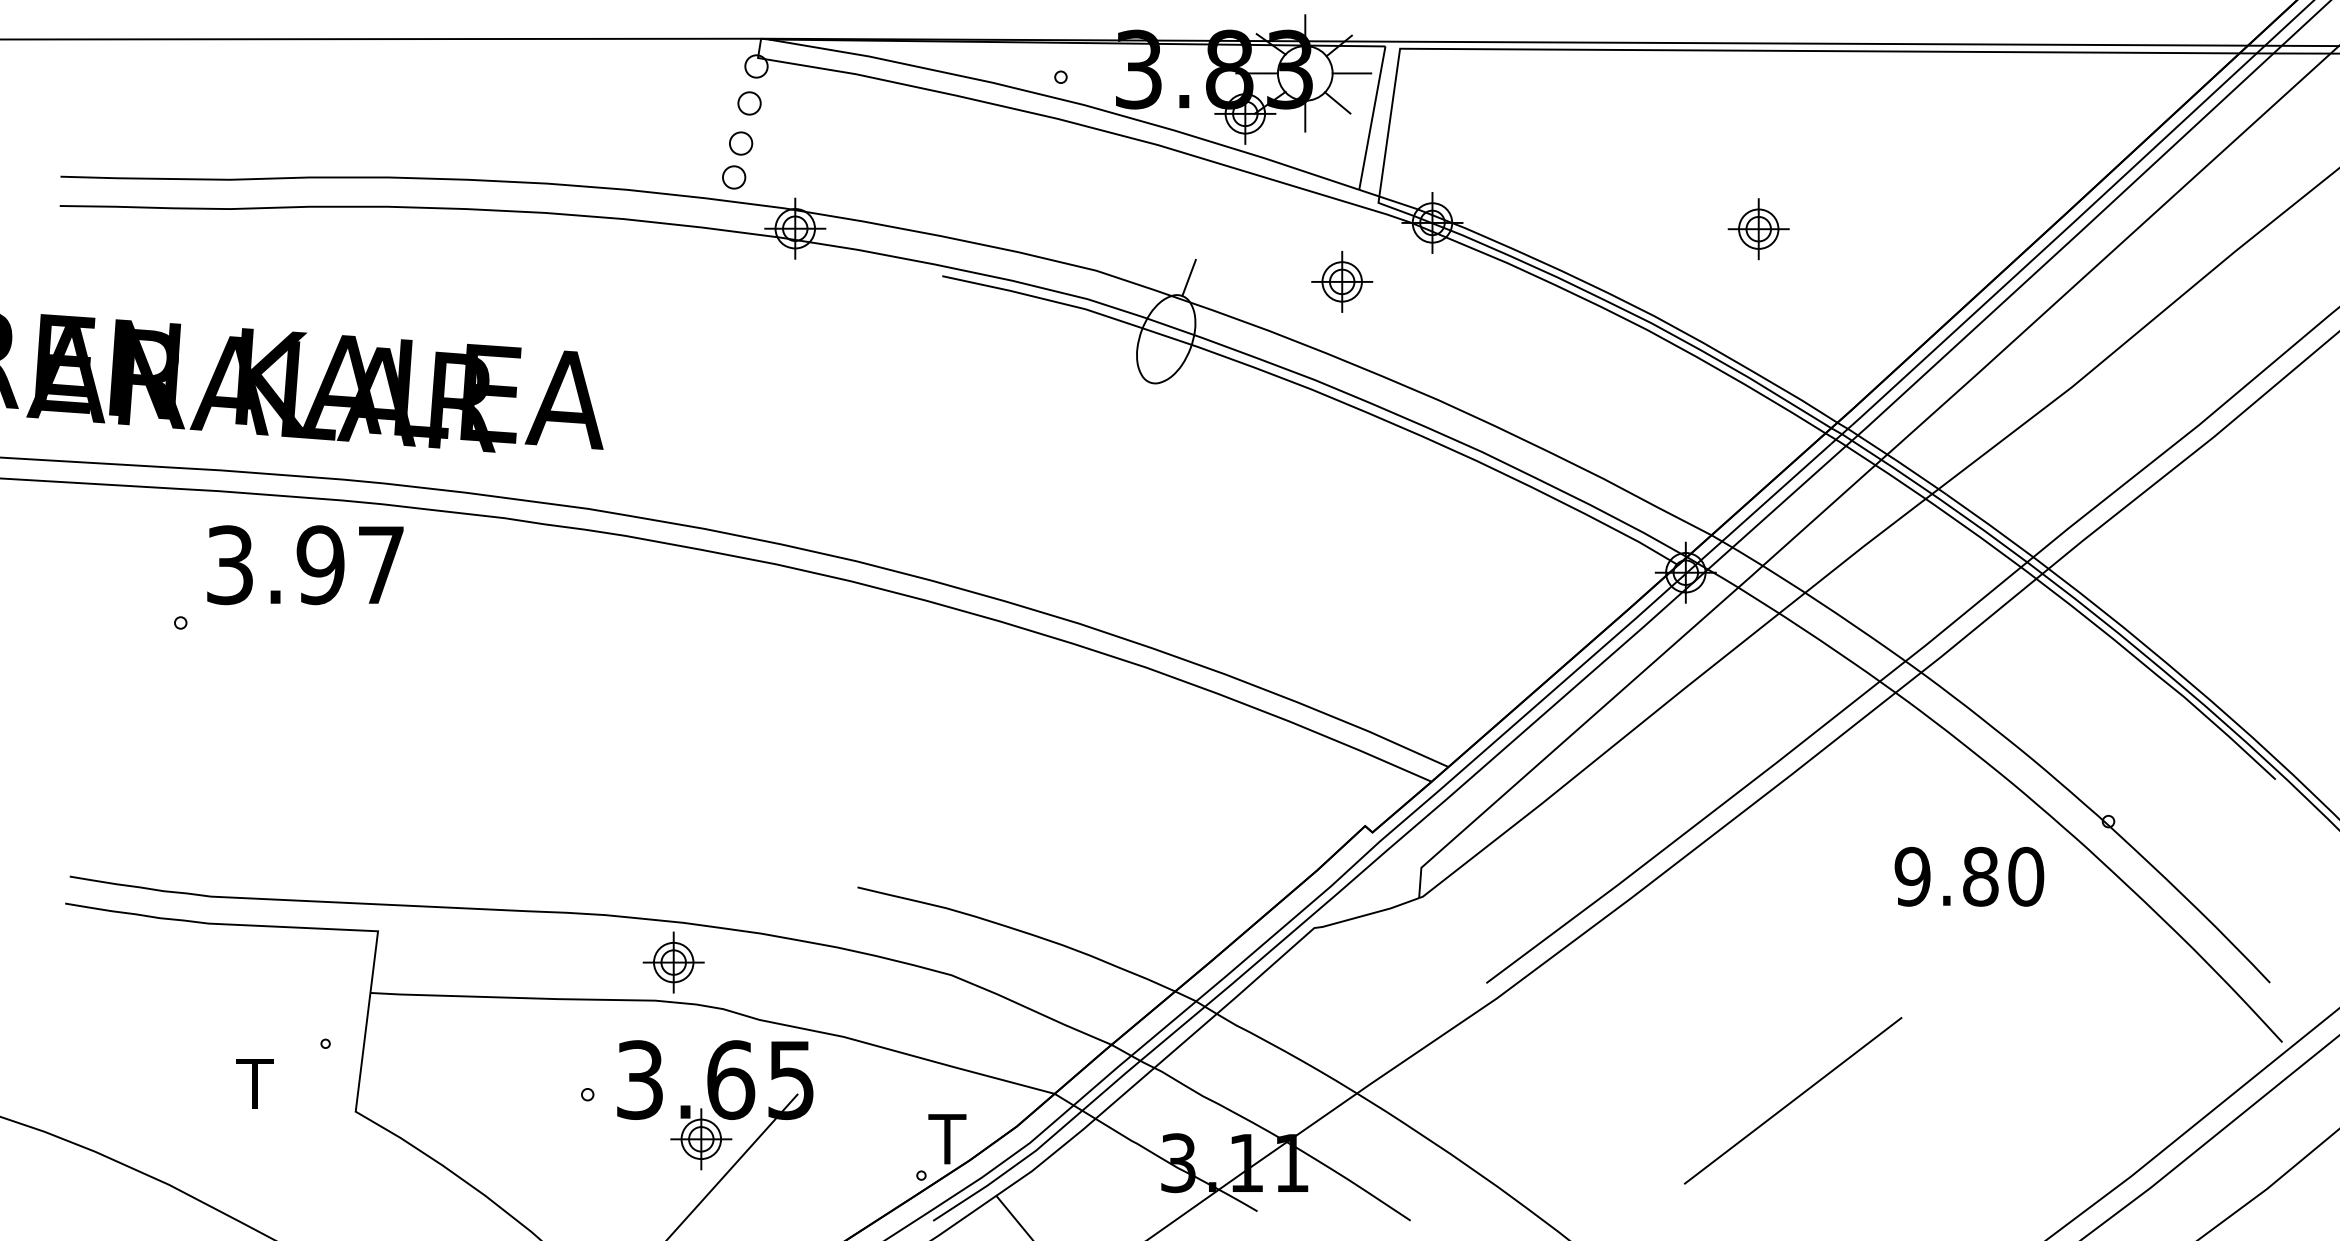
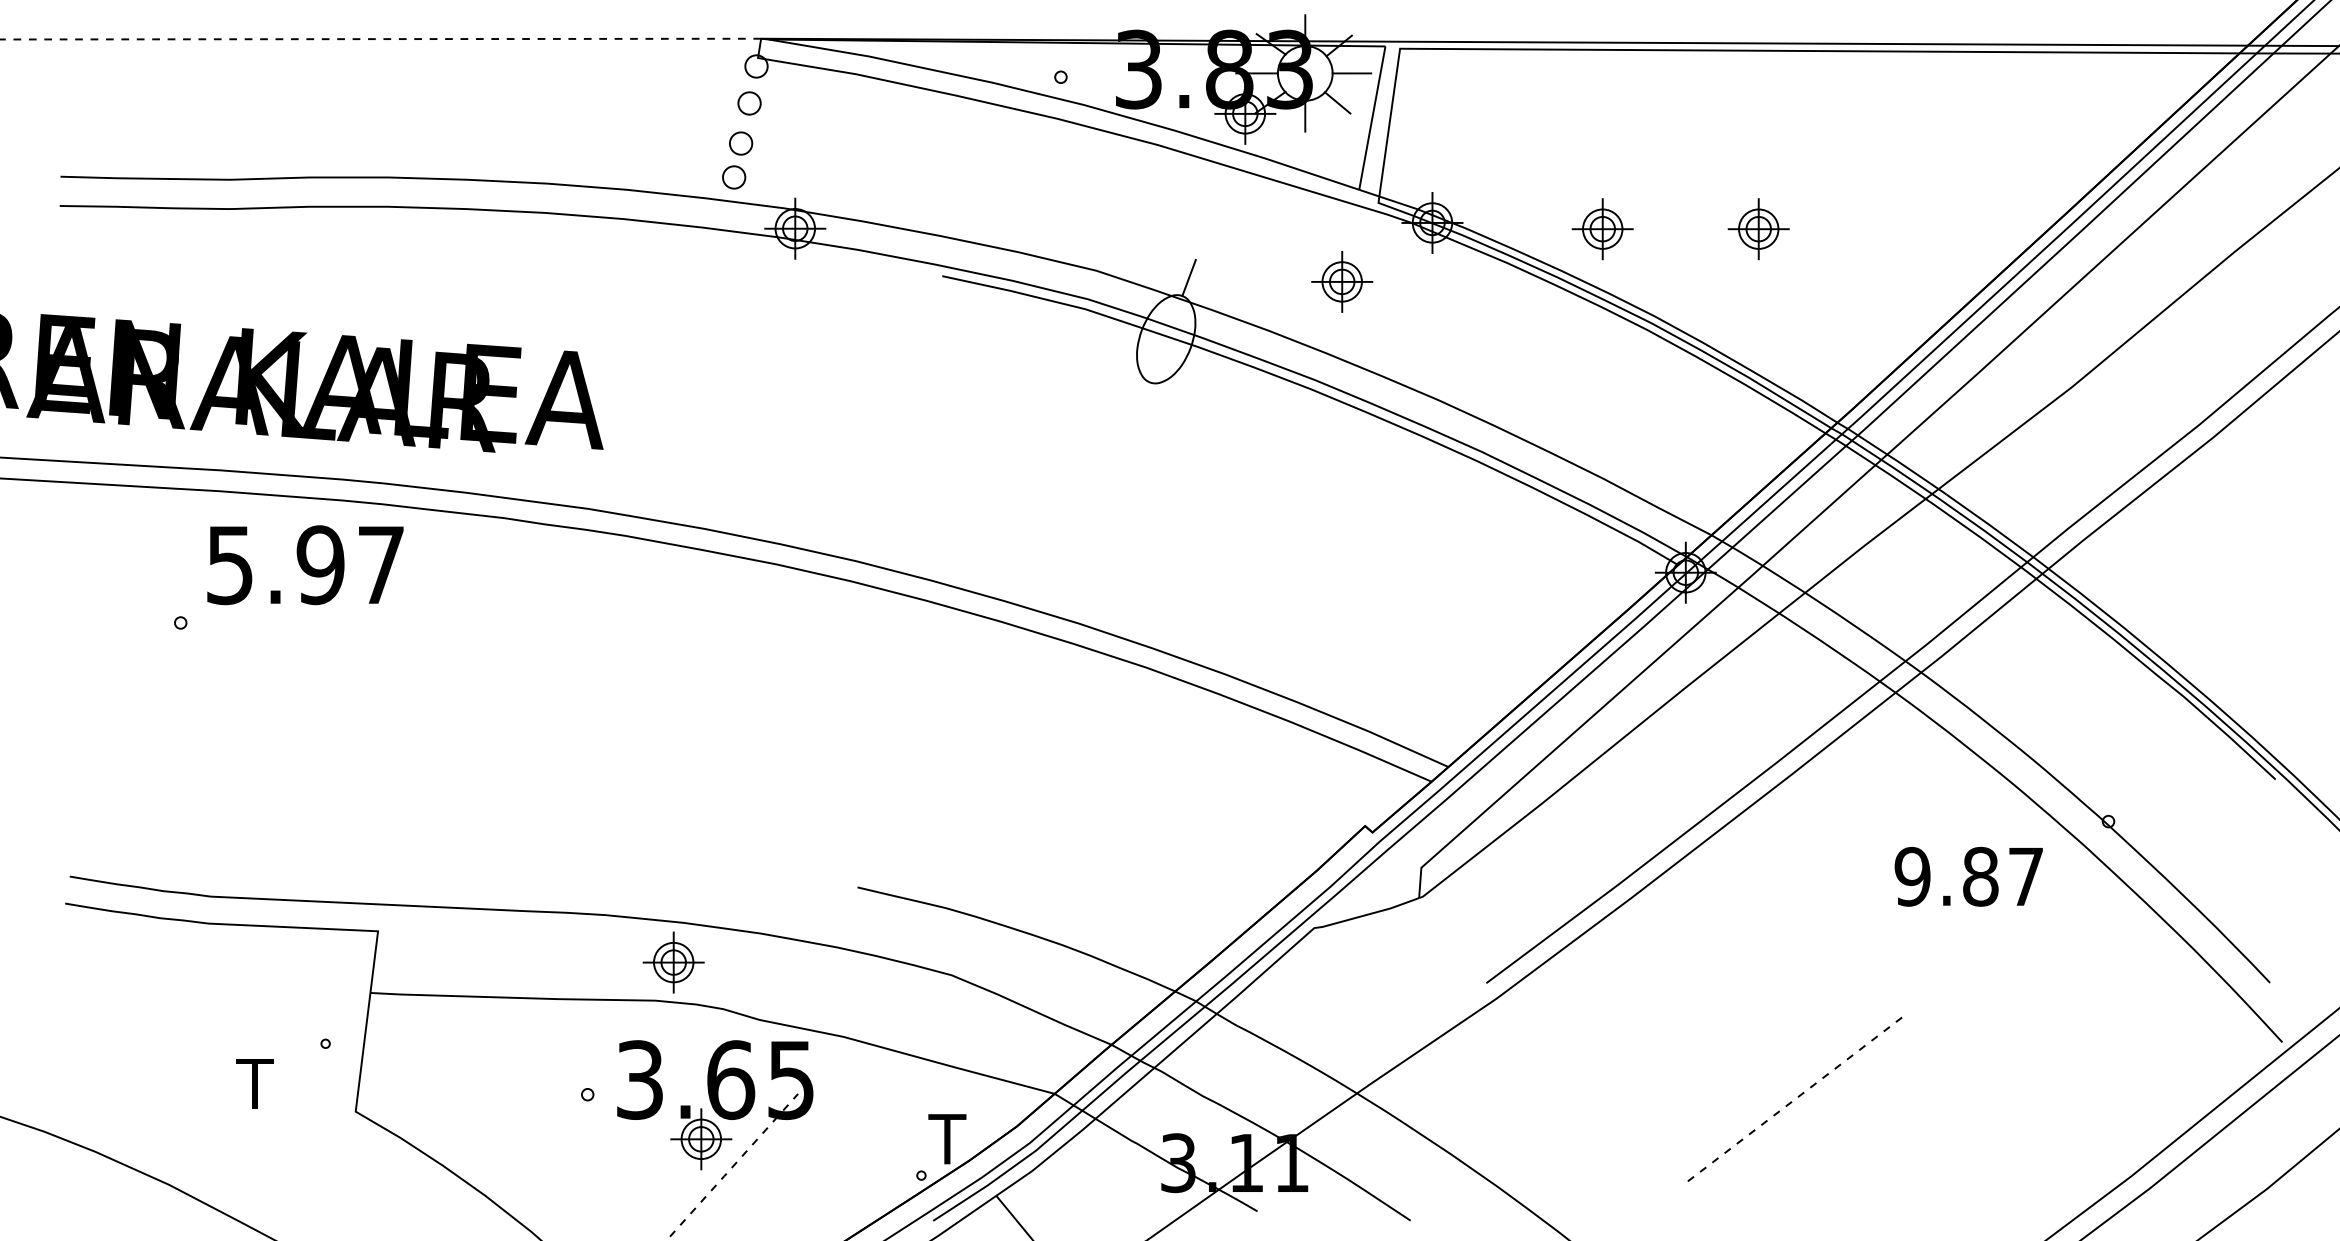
line at (380, 39): solid -> dashed
part at (1602, 229): none -> present
text at (229, 564): 3.97 -> 5.97
text at (2026, 876): 9.80 -> 9.87
line at (1793, 1100): solid -> dashed
line at (732, 1167): solid -> dashed
